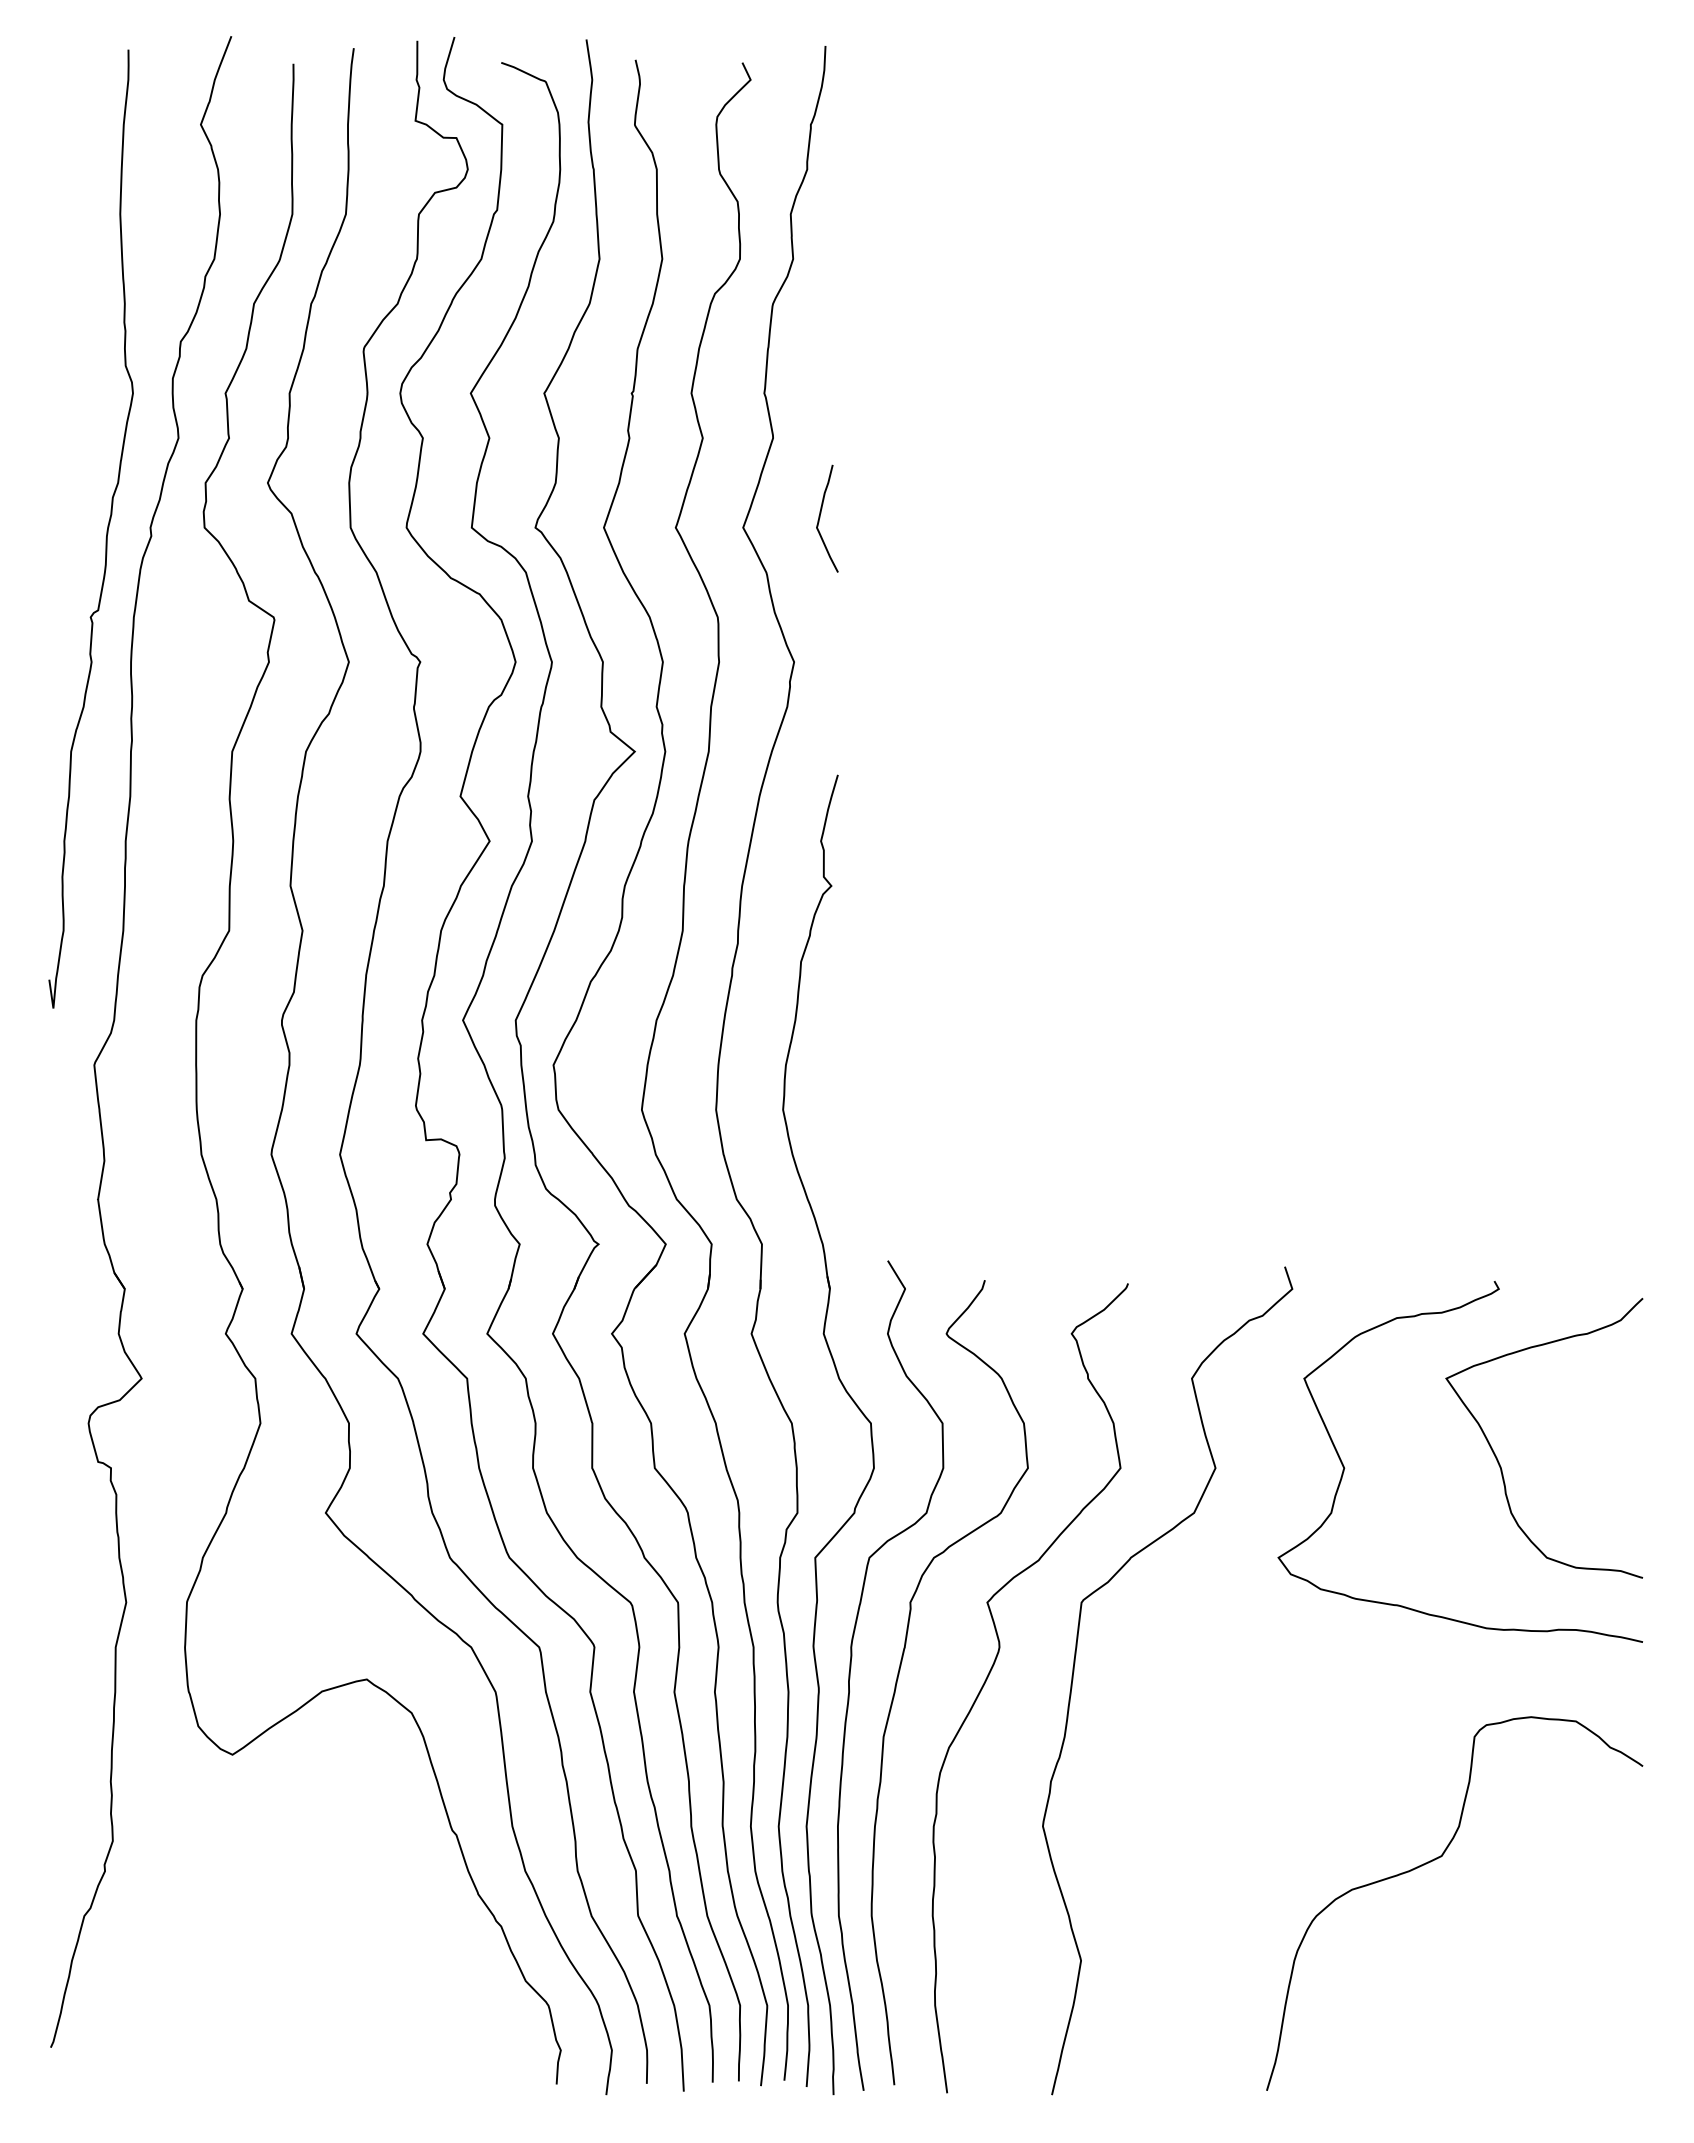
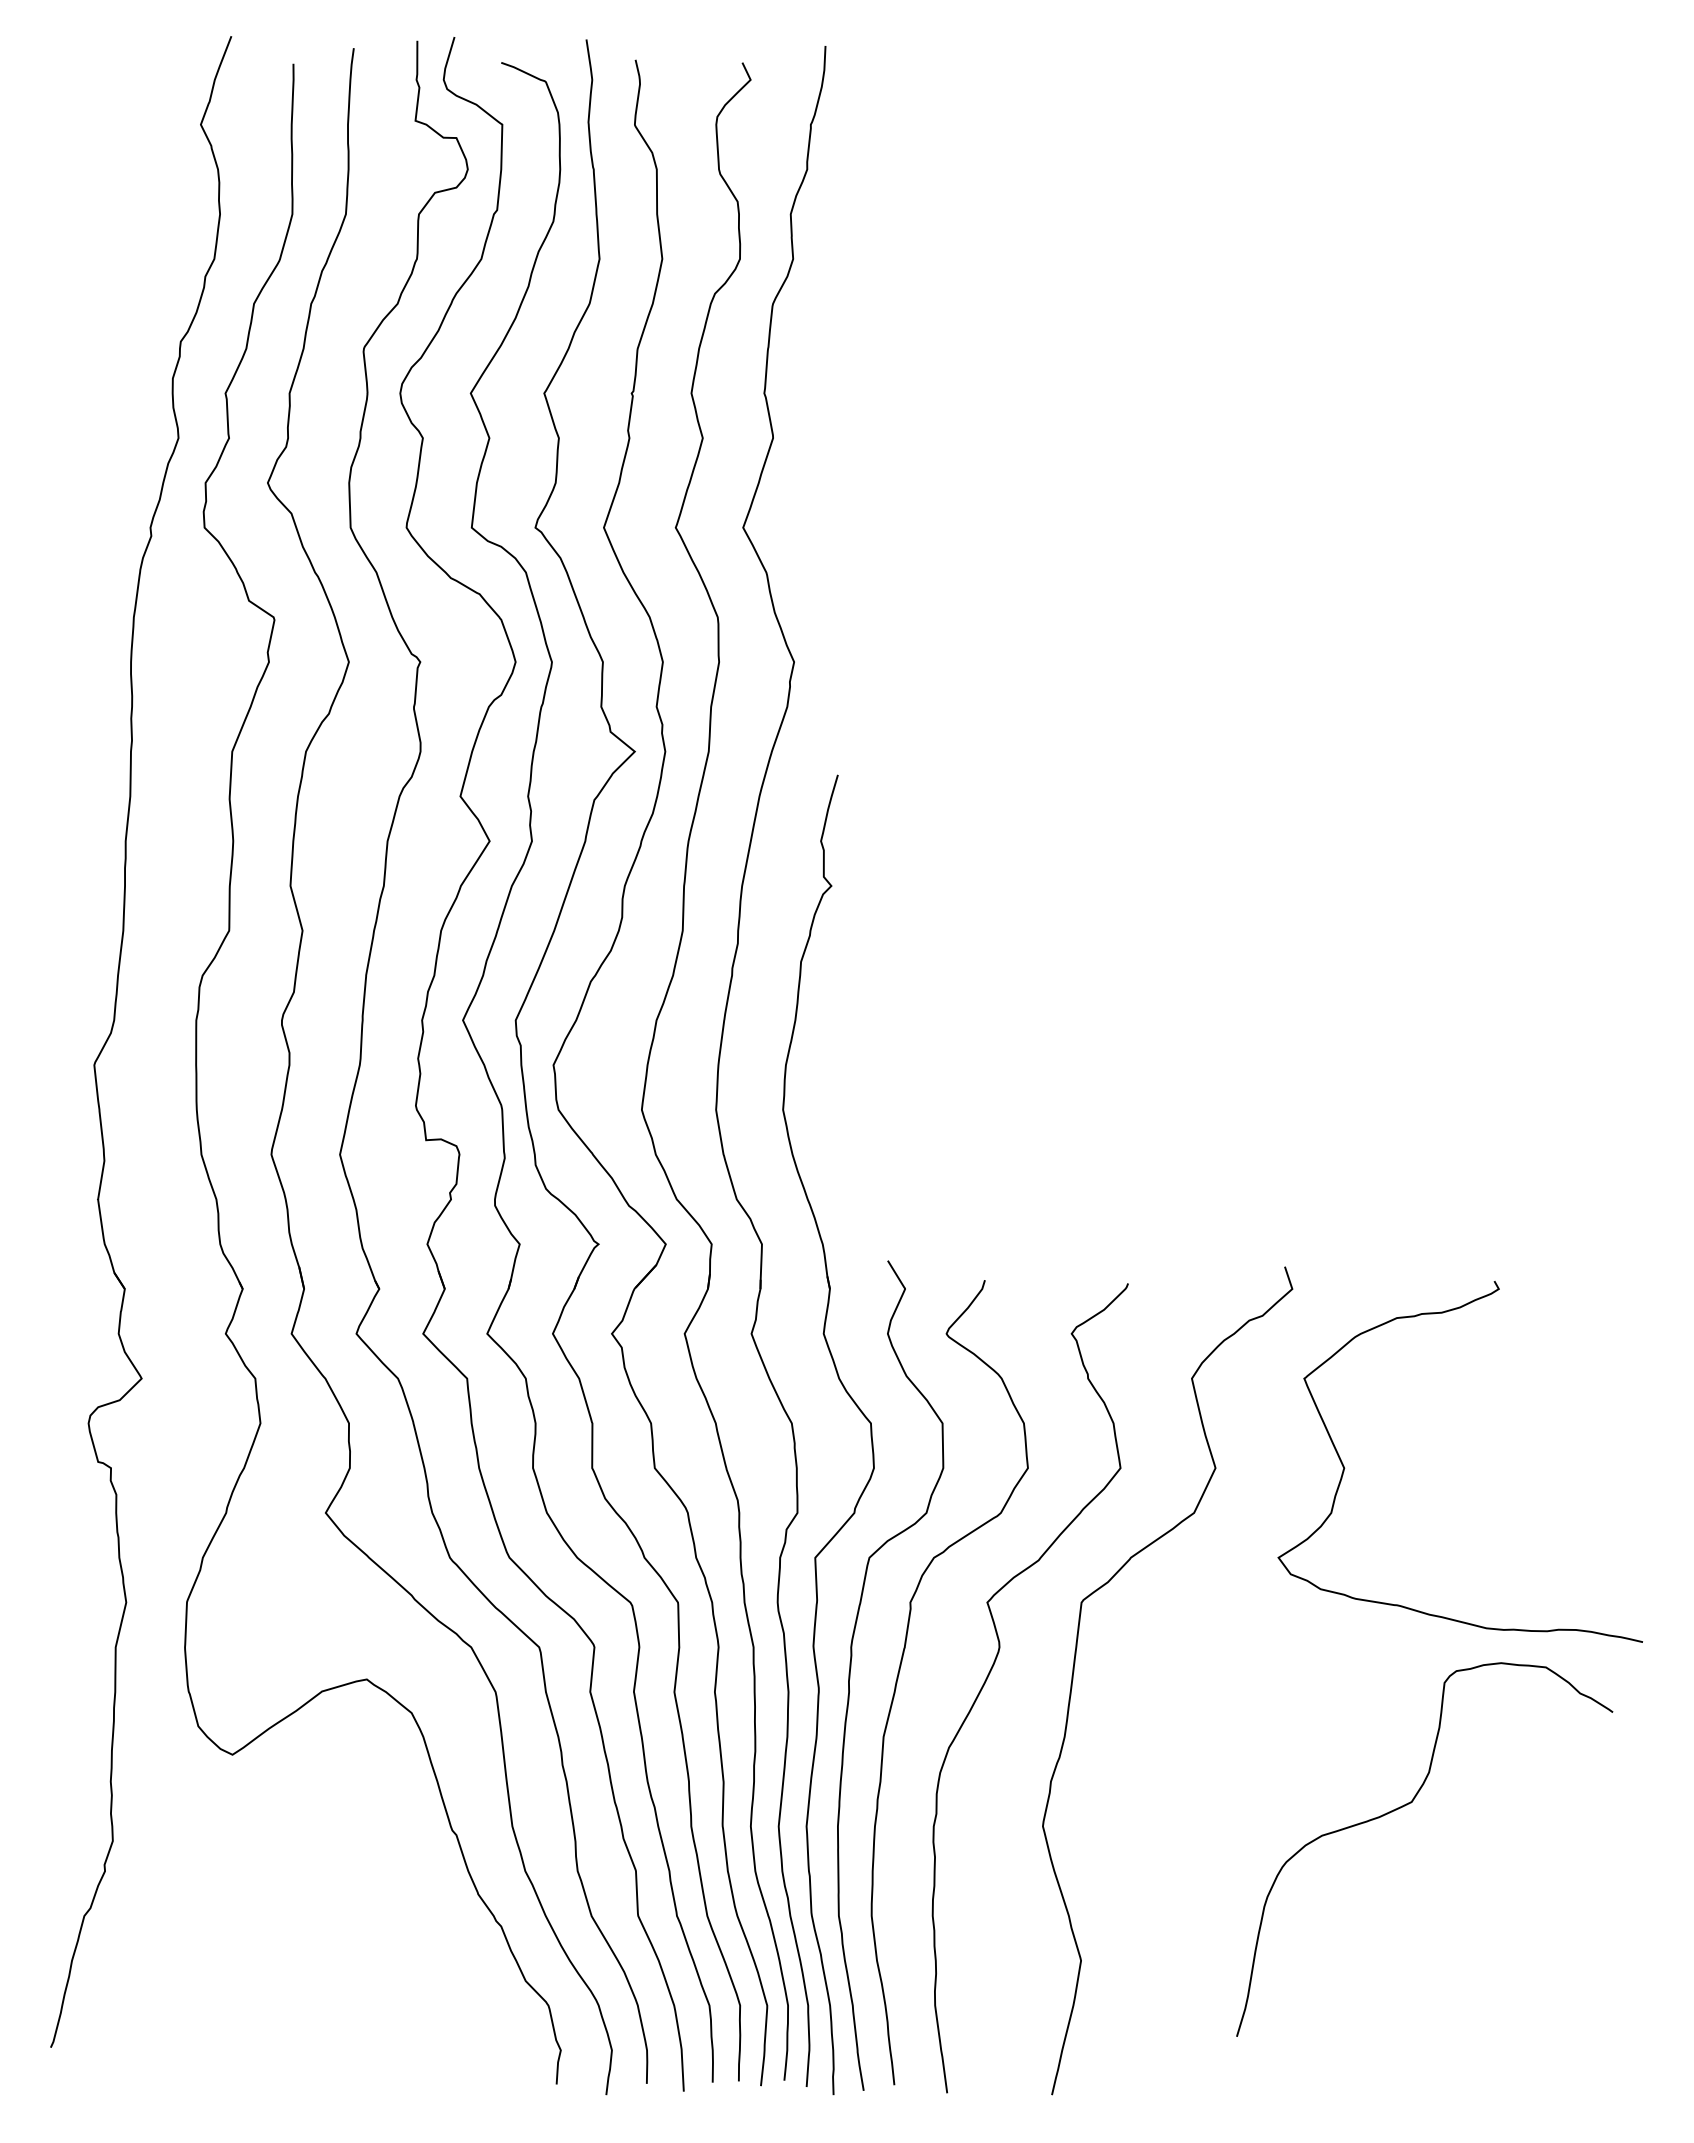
curve at (820, 518): present -> none
curve at (106, 530): present -> none
curve at (1498, 1459): present -> none
curve at (1433, 1861) position: (1433, 1861) -> (1403, 1807)
